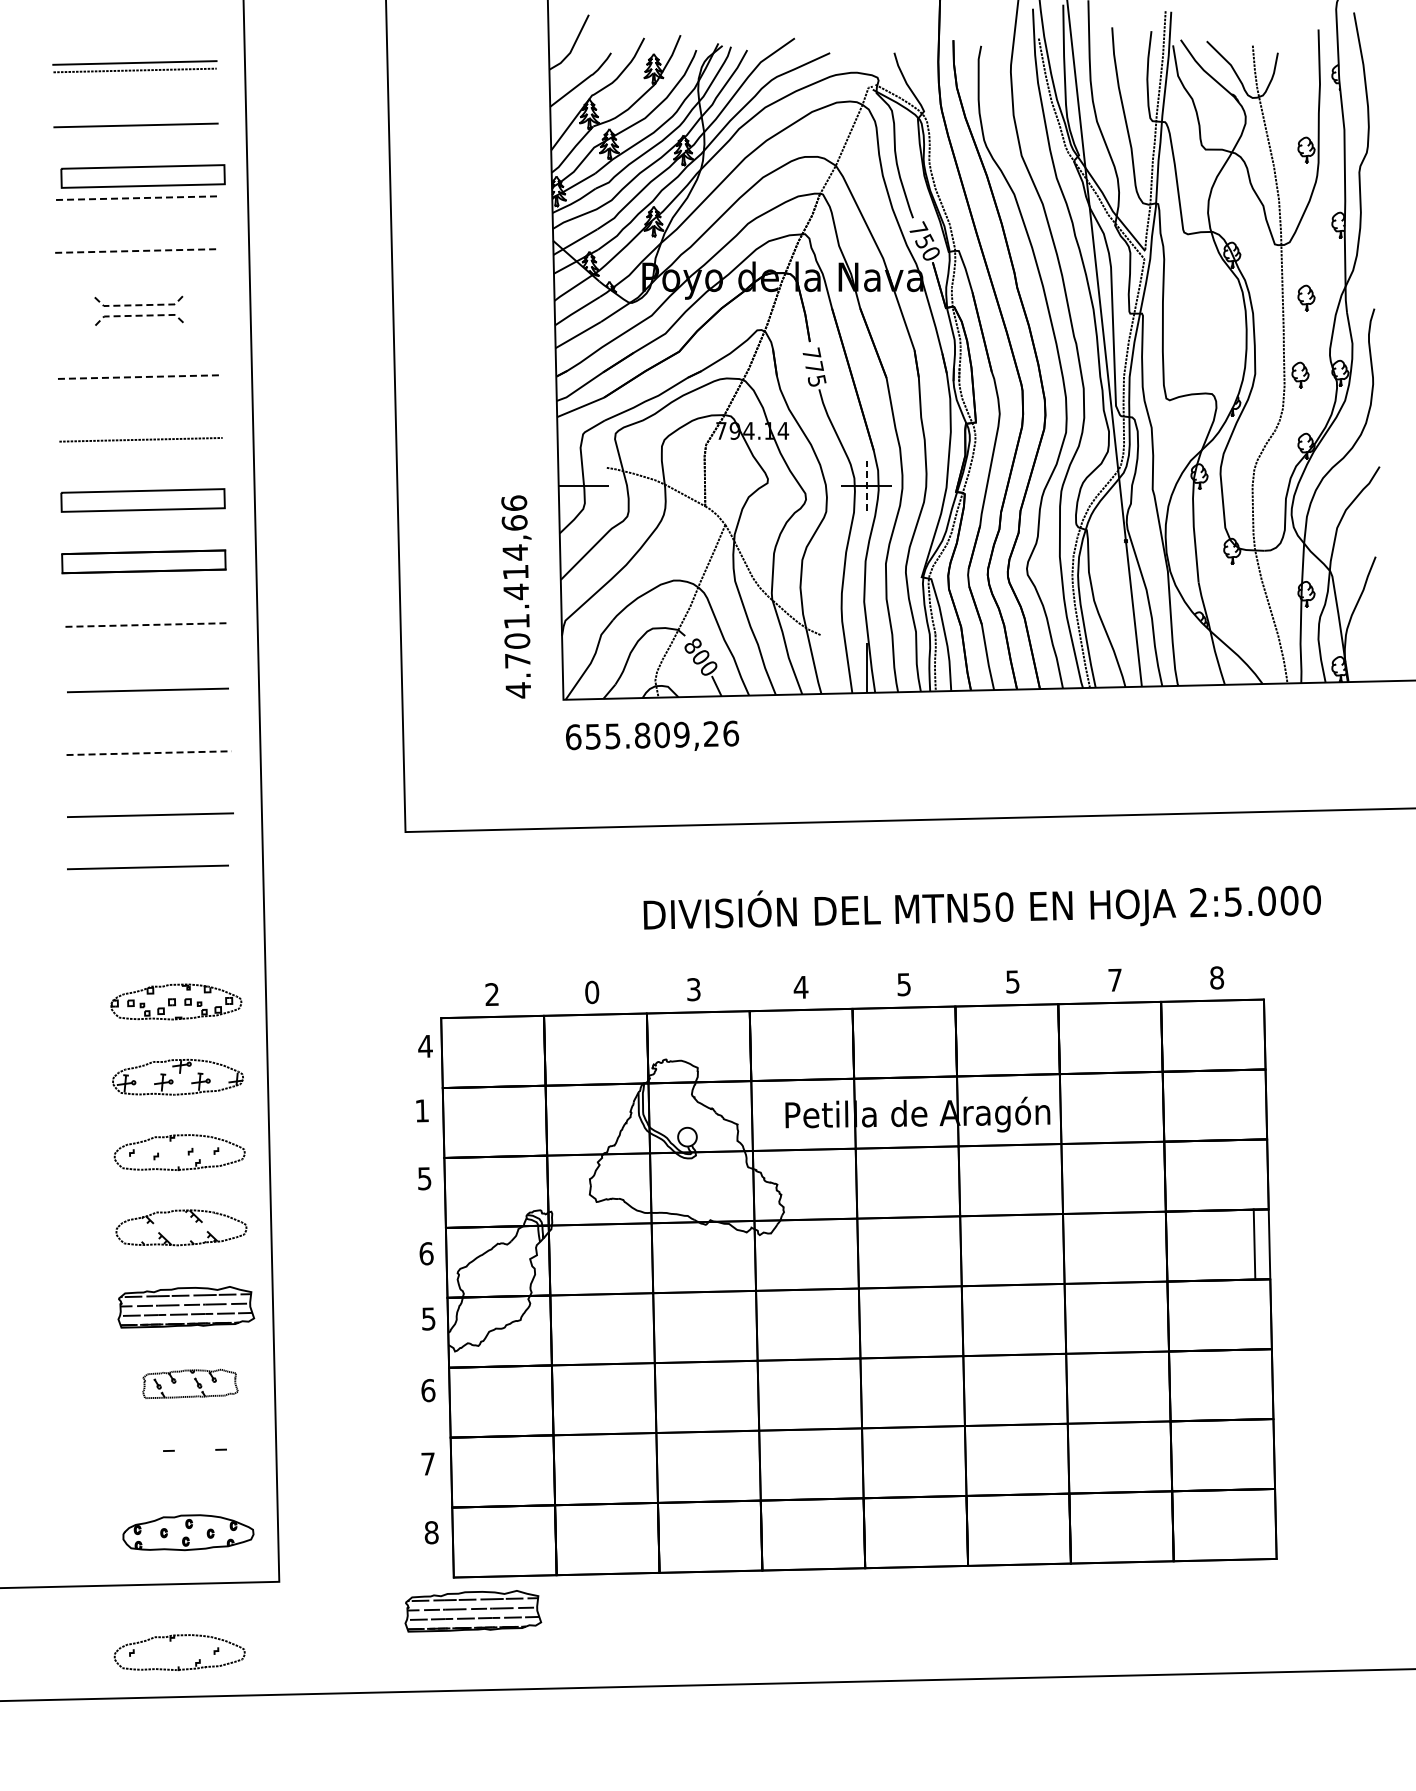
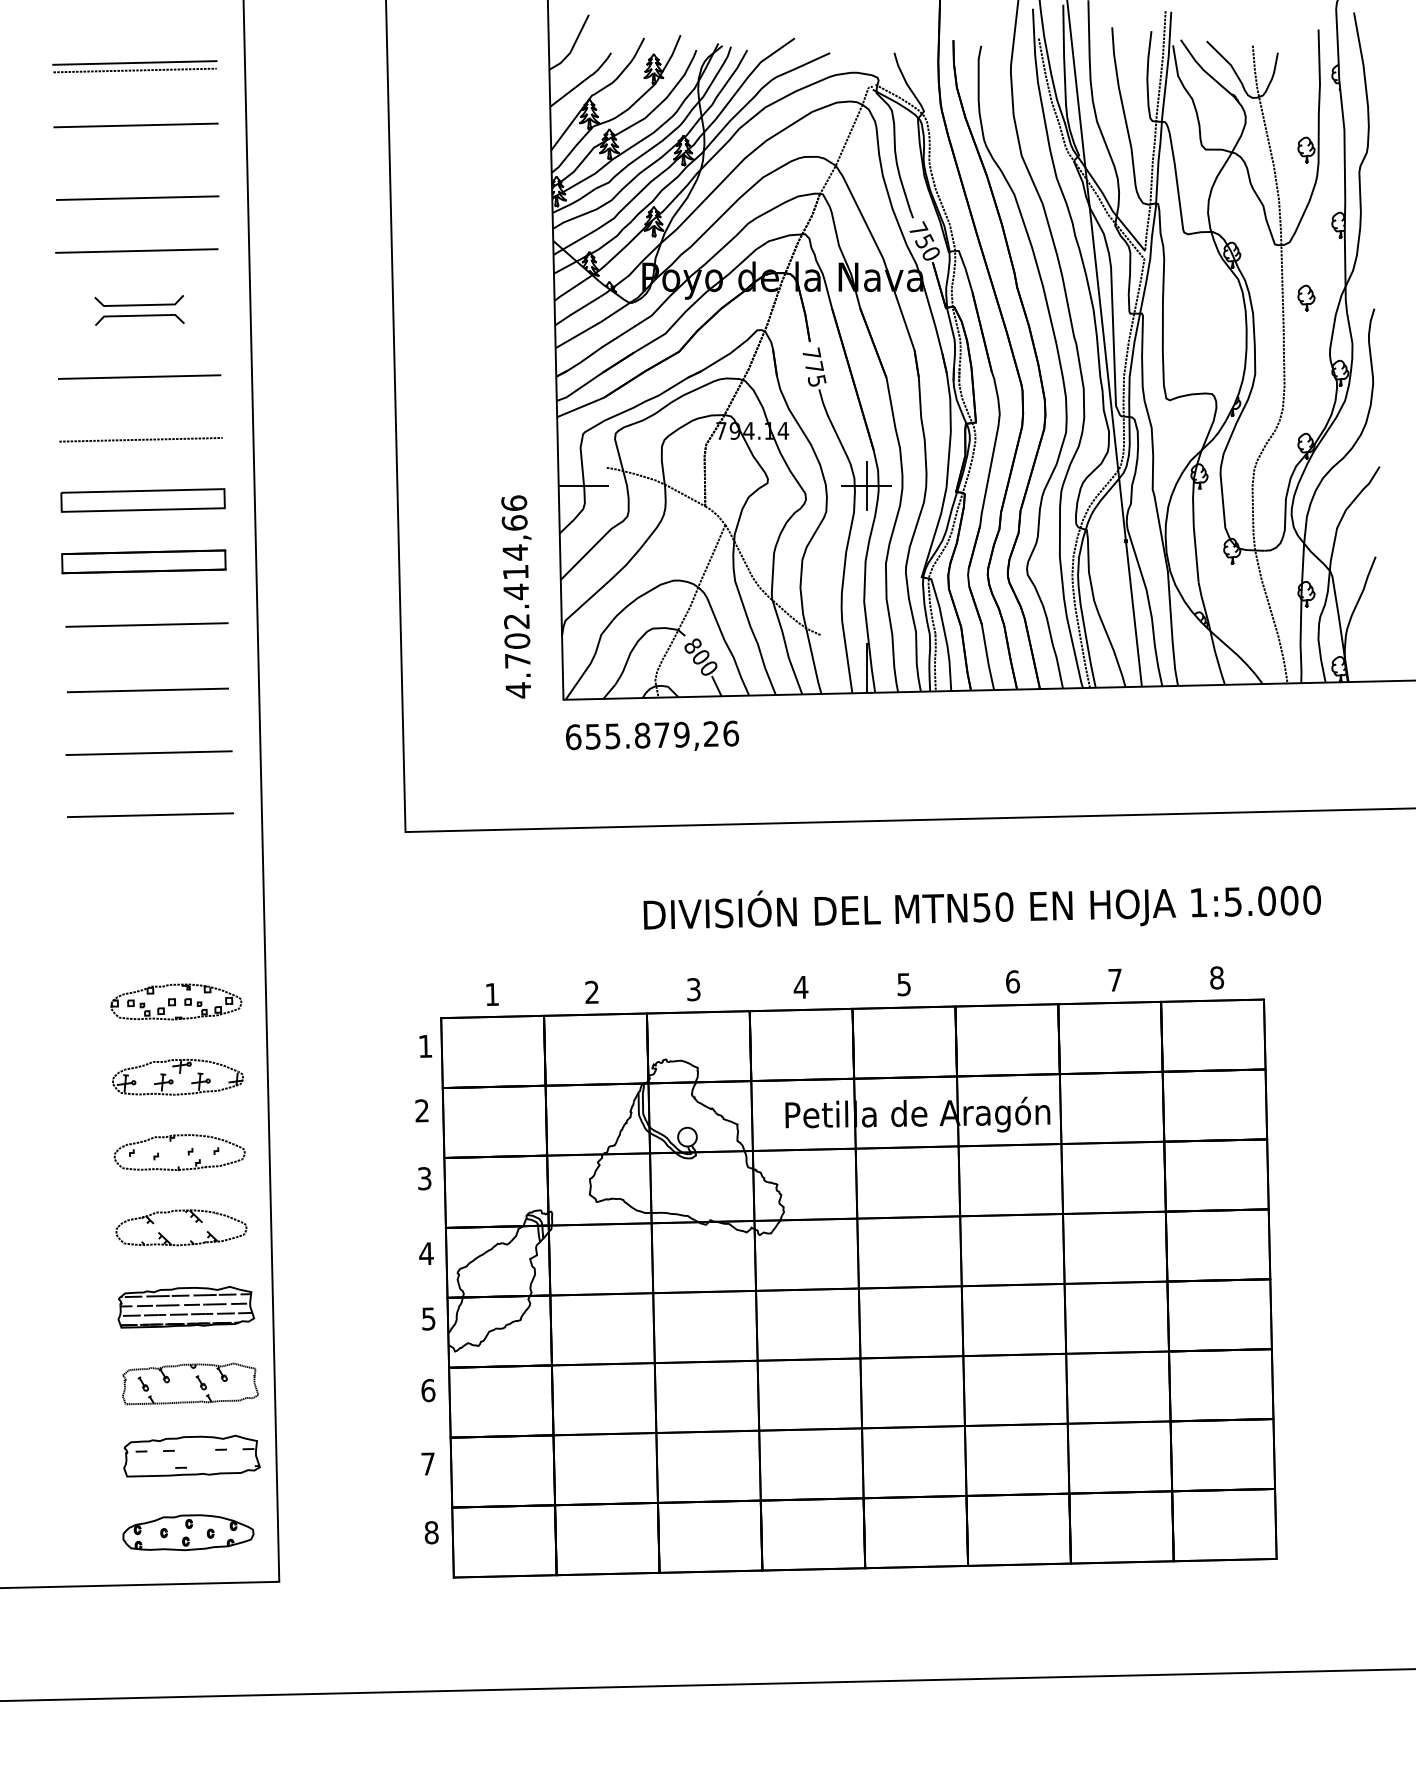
part at (142, 176): present -> none
line at (137, 198): dashed -> solid
line at (136, 251): dashed -> solid
line at (139, 305): dashed -> solid
line at (139, 315): dashed -> solid
part at (1300, 374): present -> none
line at (139, 377): dashed -> solid
line at (866, 485): dashed -> solid
text at (516, 621): 4.701.414,66 -> 4.702.414,66
line at (147, 625): dashed -> solid
text at (661, 735): 655.809,26 -> 655.879,26
line at (149, 753): dashed -> solid
line at (147, 867): present -> none
text at (1198, 902): 2:5.000 -> 1:5.000
text at (1012, 981): 5 -> 6
text at (592, 992): 0 -> 2
text at (491, 994): 2 -> 1
text at (425, 1046): 4 -> 1
text at (421, 1110): 1 -> 2
text at (424, 1178): 5 -> 3
line at (1254, 1244) position: (1254, 1244) -> (1269, 1244)
text at (426, 1253): 6 -> 4
part at (190, 1383) size: 97x31 px -> 137x44 px
part at (191, 1455): none -> present
part at (473, 1611): present -> none
part at (171, 1641): present -> none
